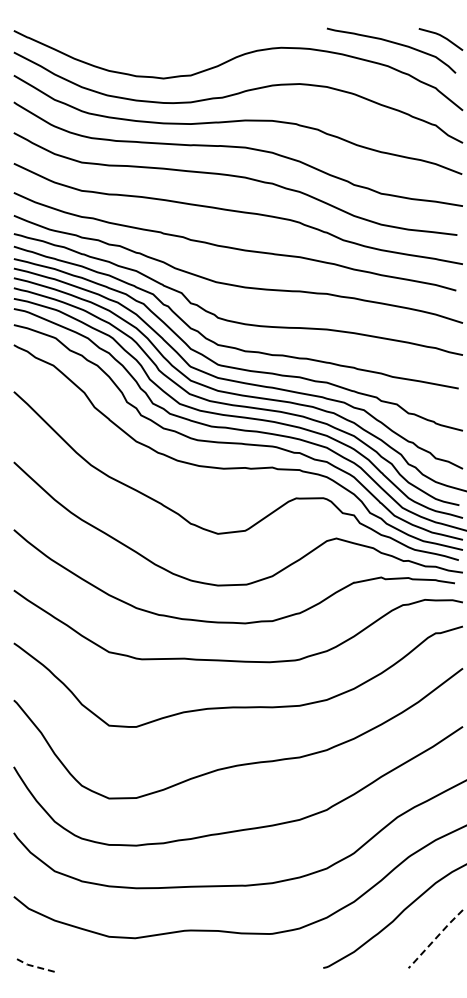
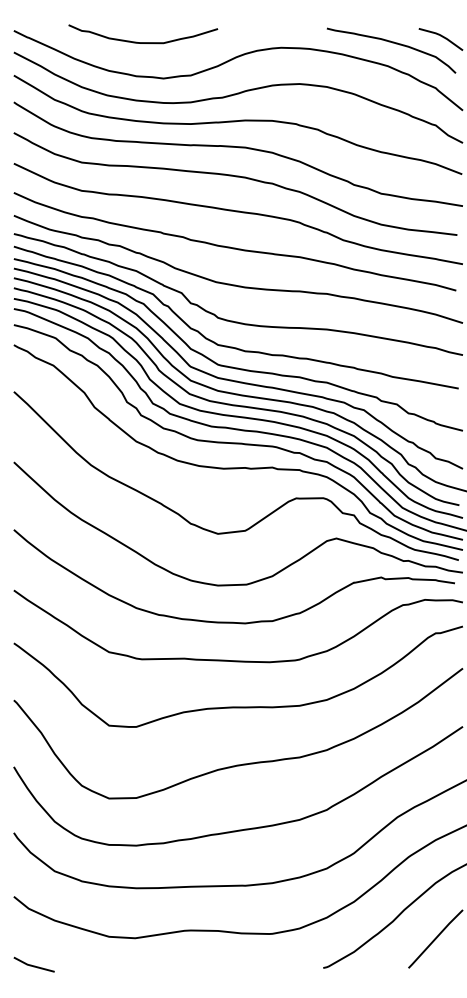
curve at (143, 42): none -> present
line at (435, 938): dashed -> solid
line at (33, 966): dashed -> solid
